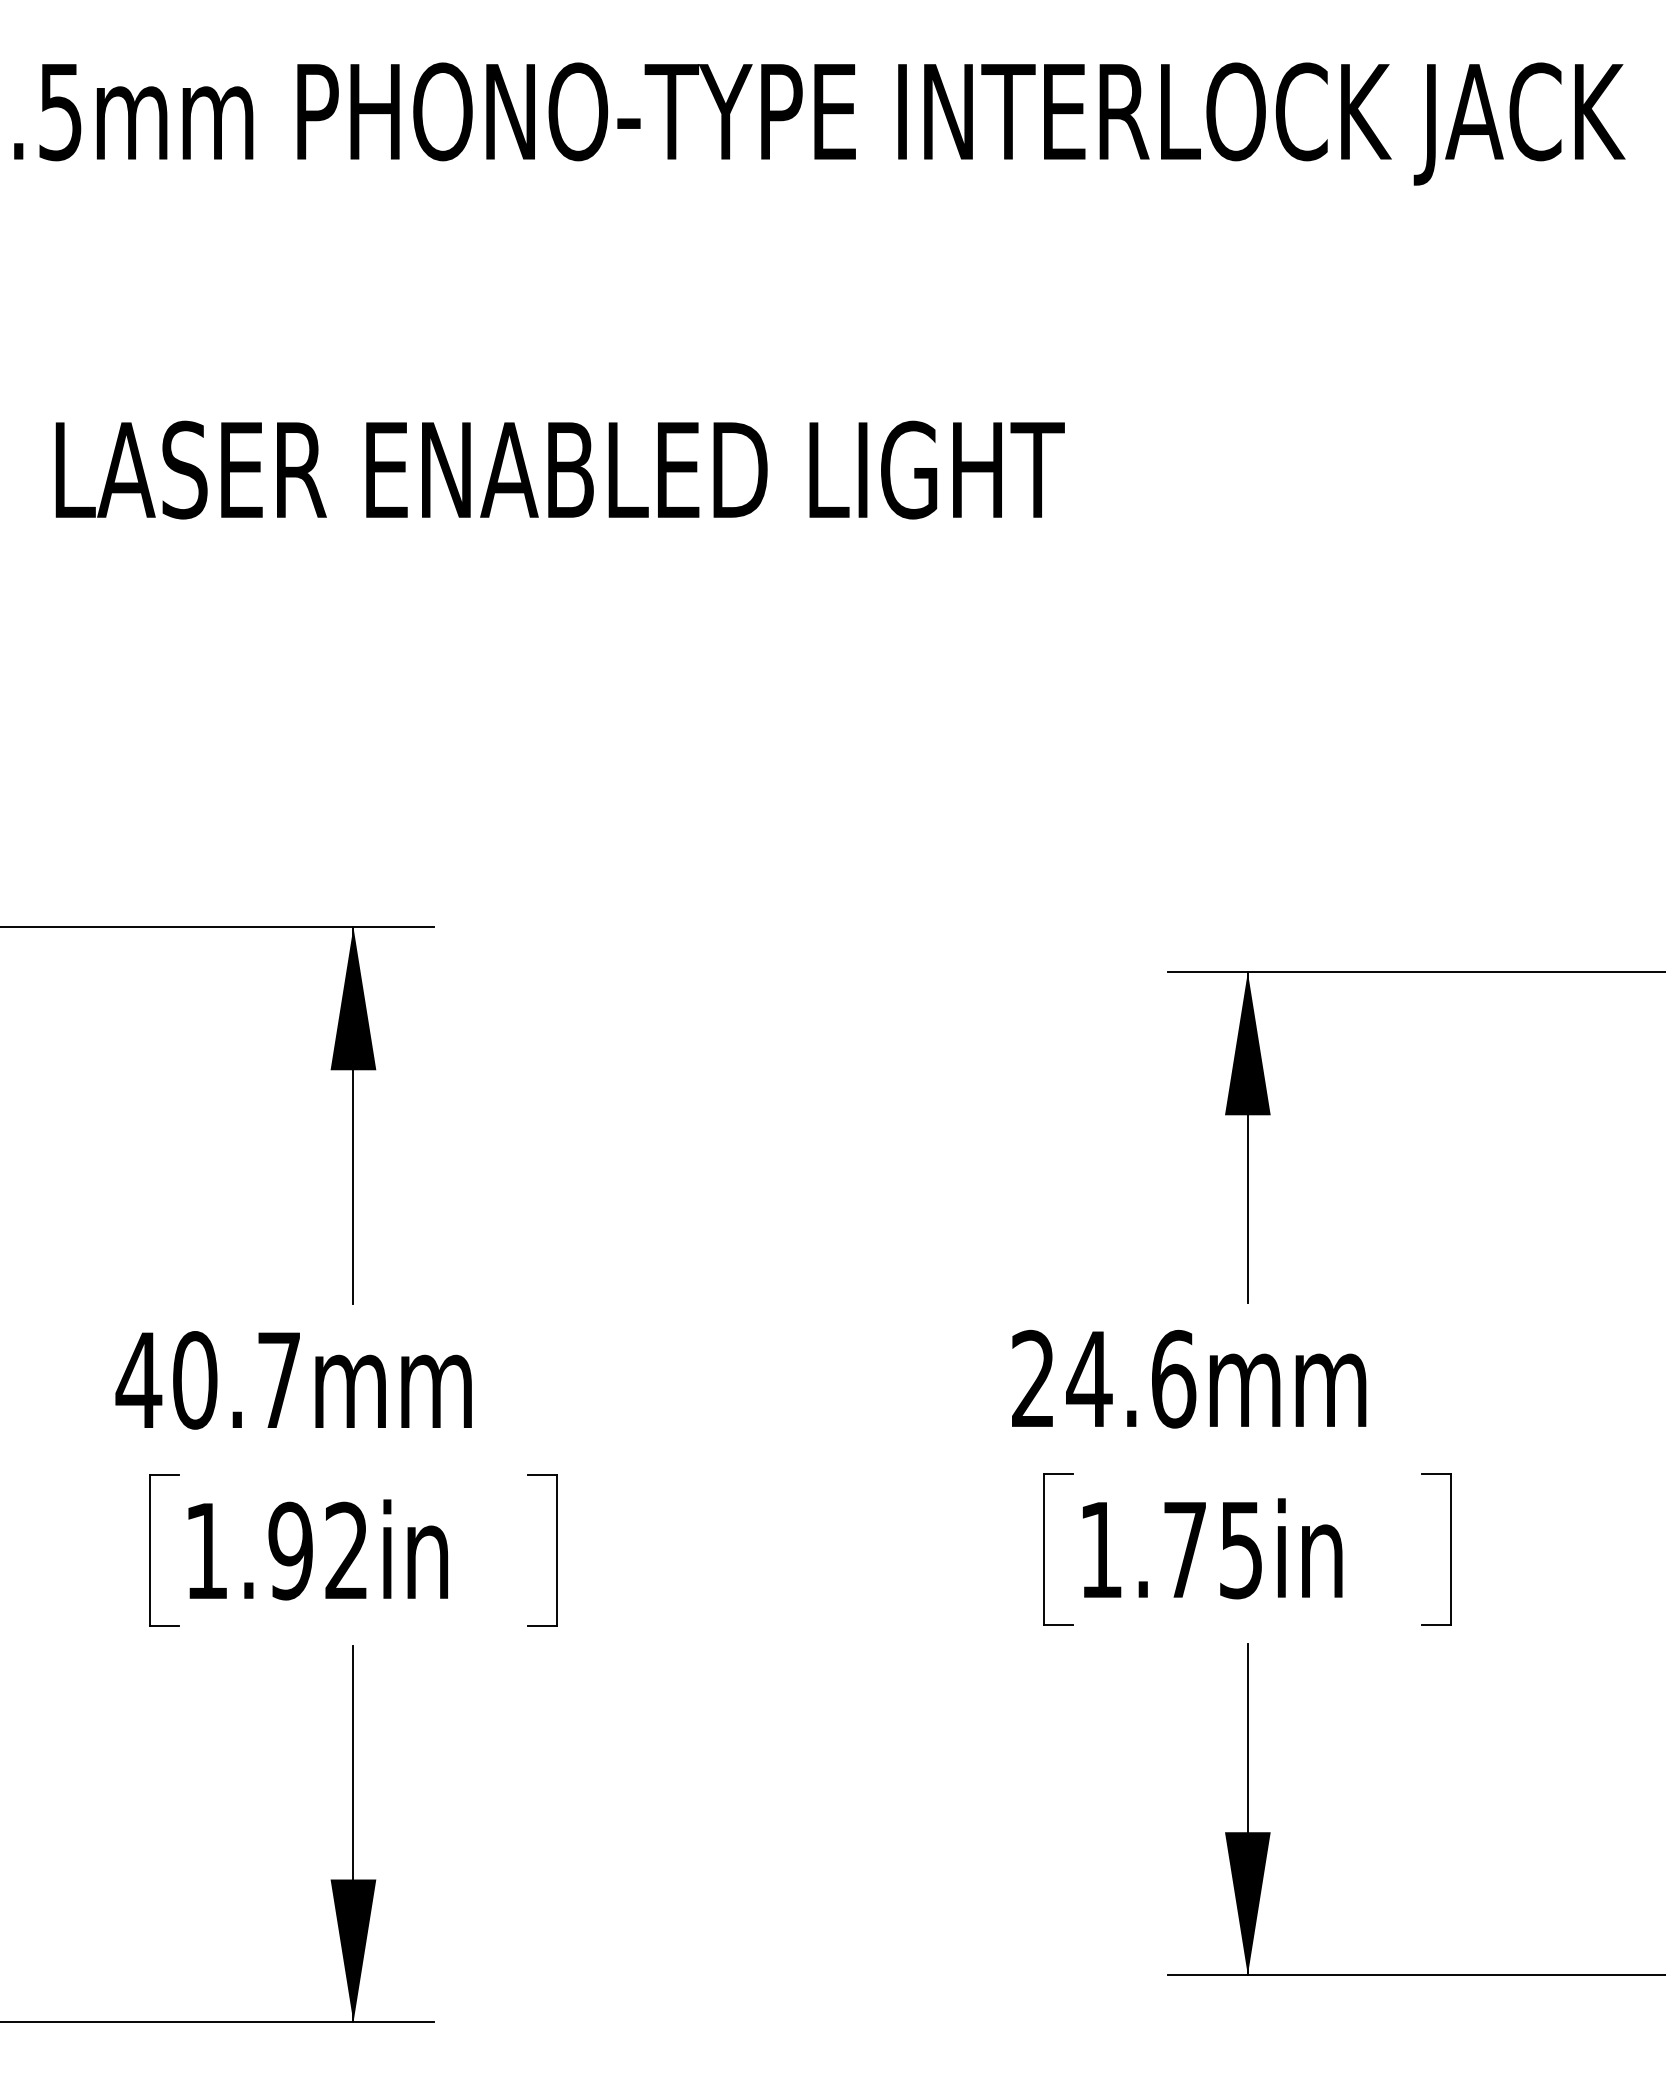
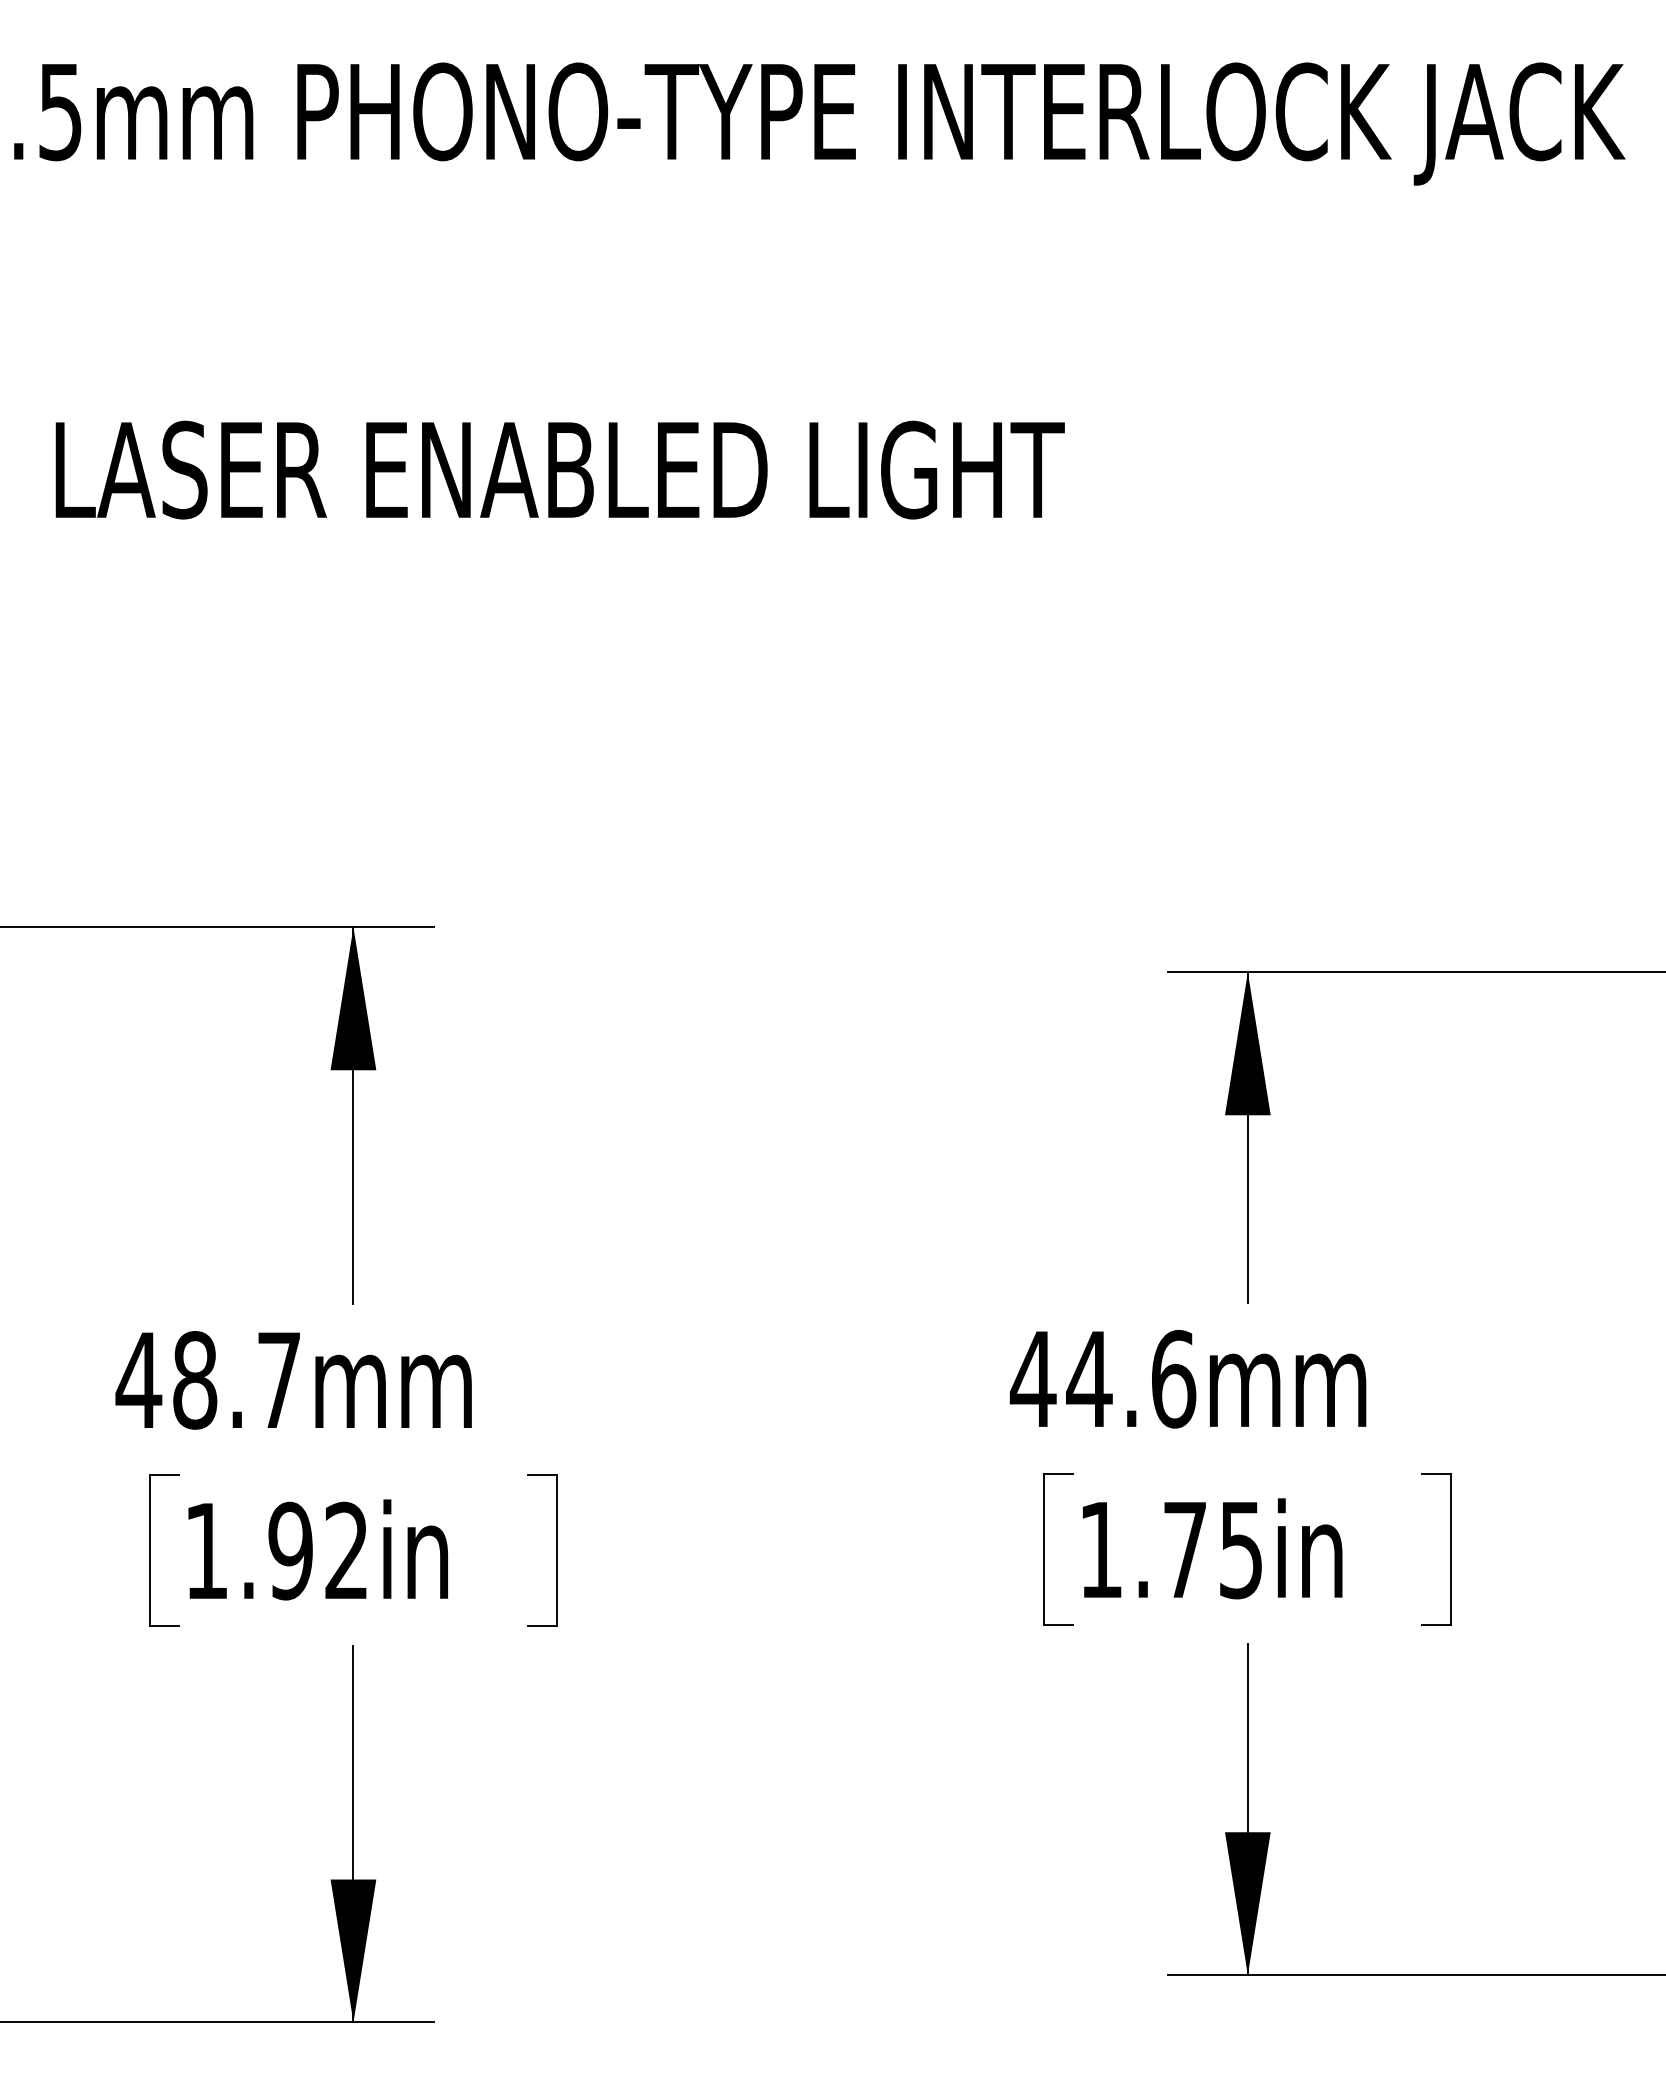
text at (1032, 1377): 24.6mm -> 44.6mm
text at (195, 1380): 40.7mm -> 48.7mm
